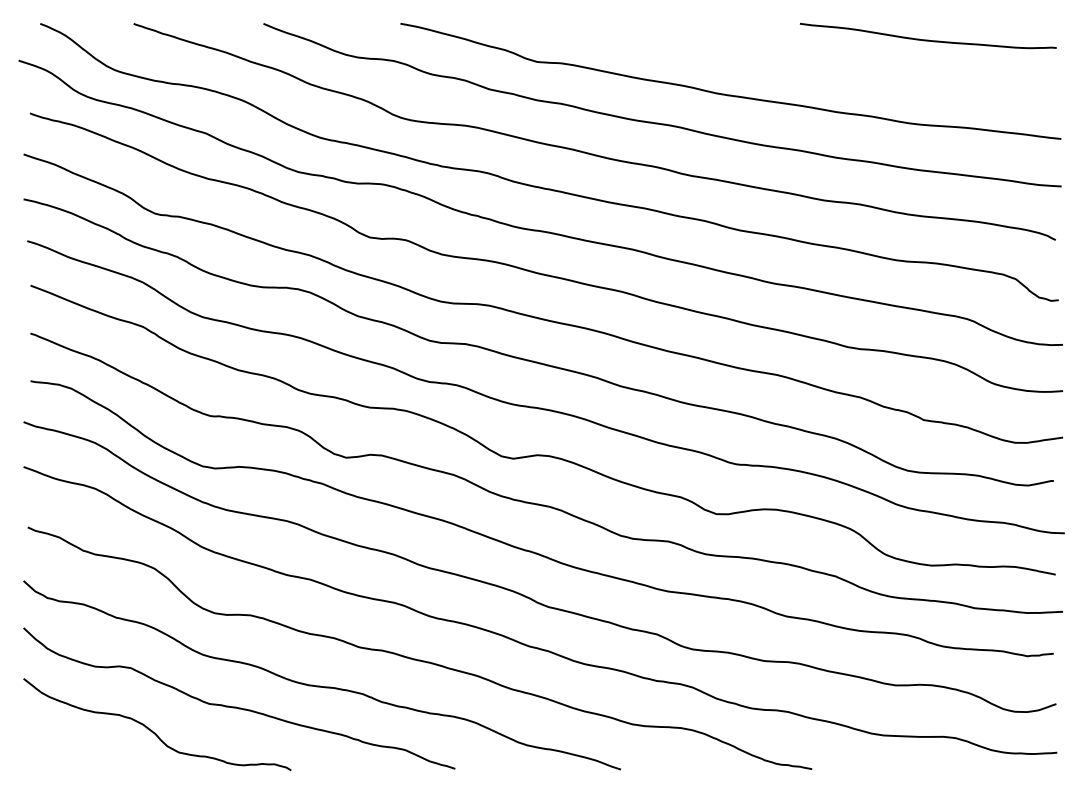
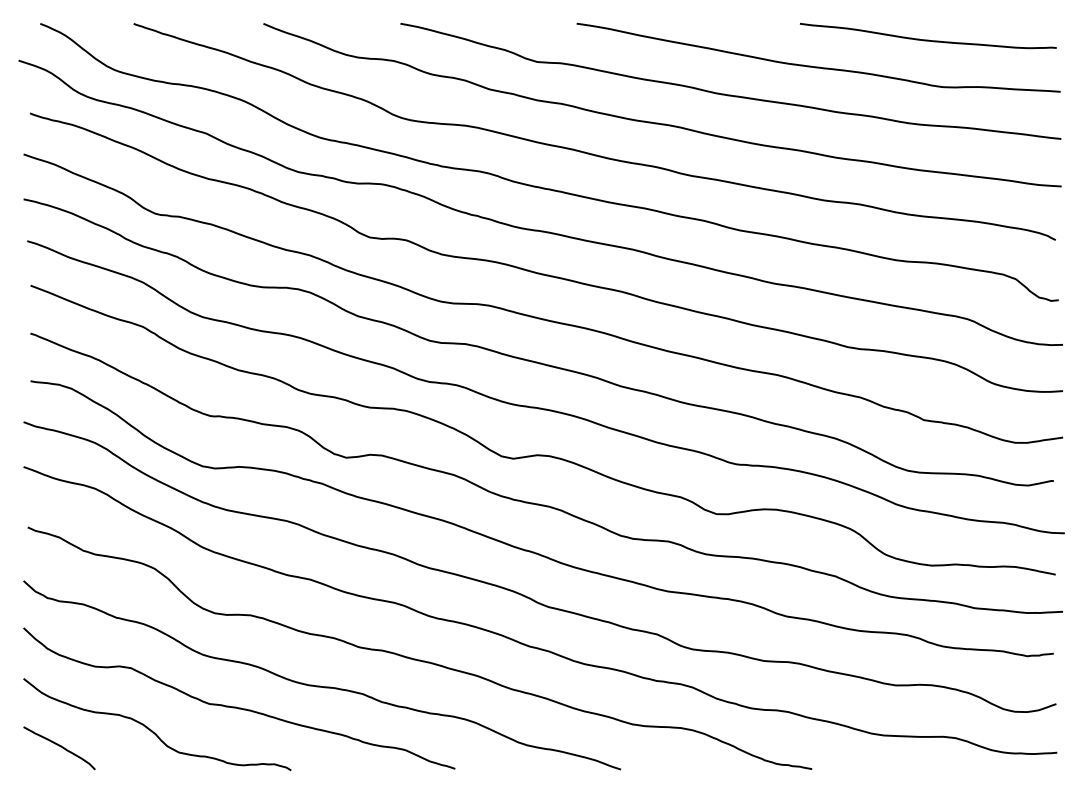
curve at (818, 66): none -> present
curve at (60, 747): none -> present
